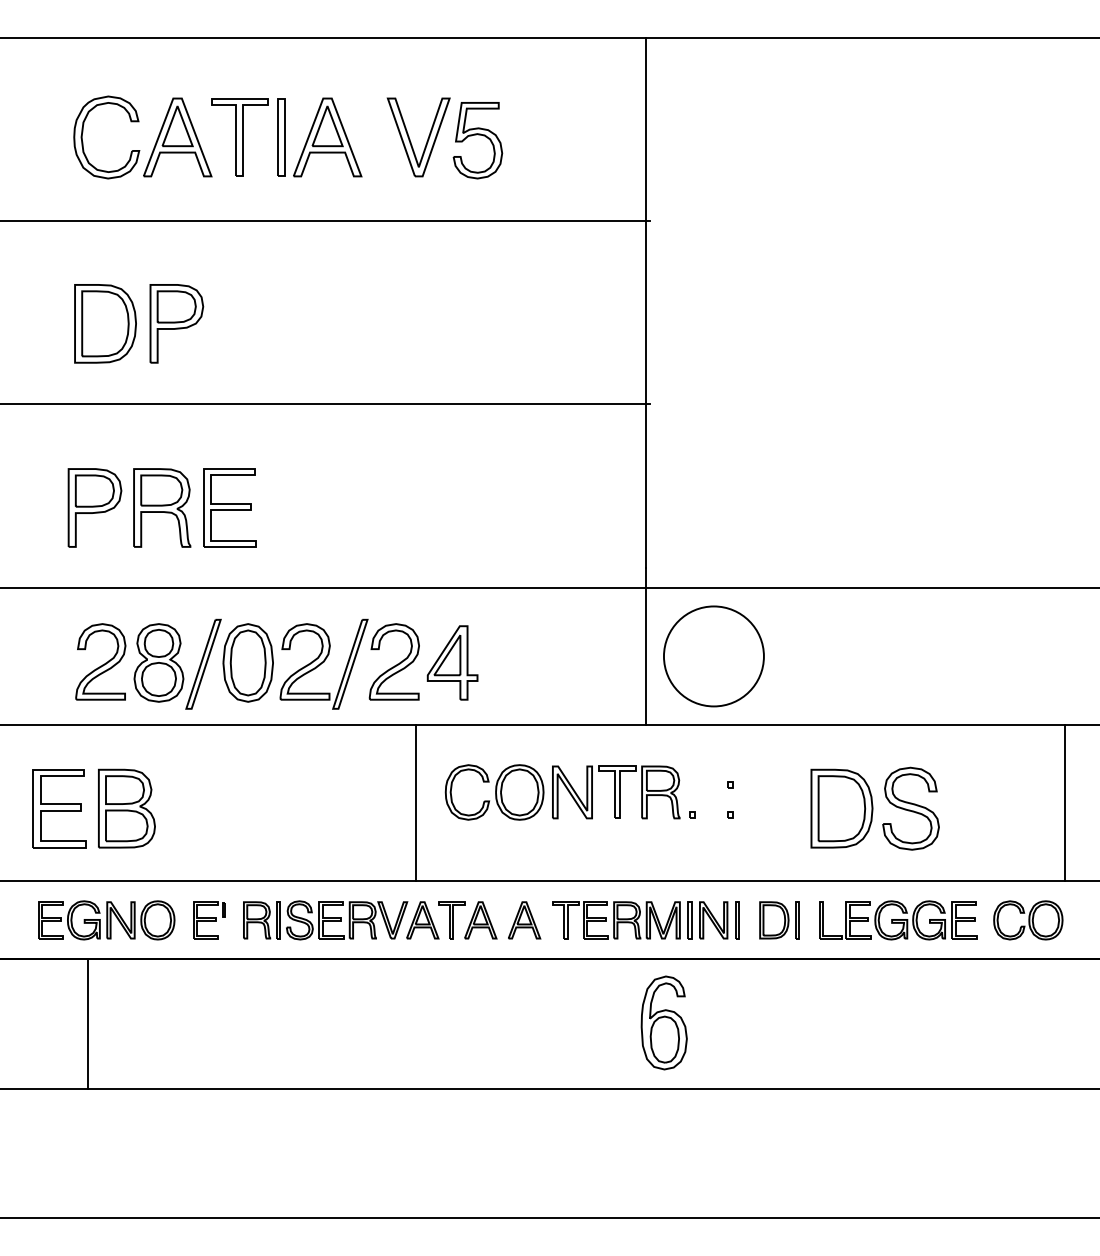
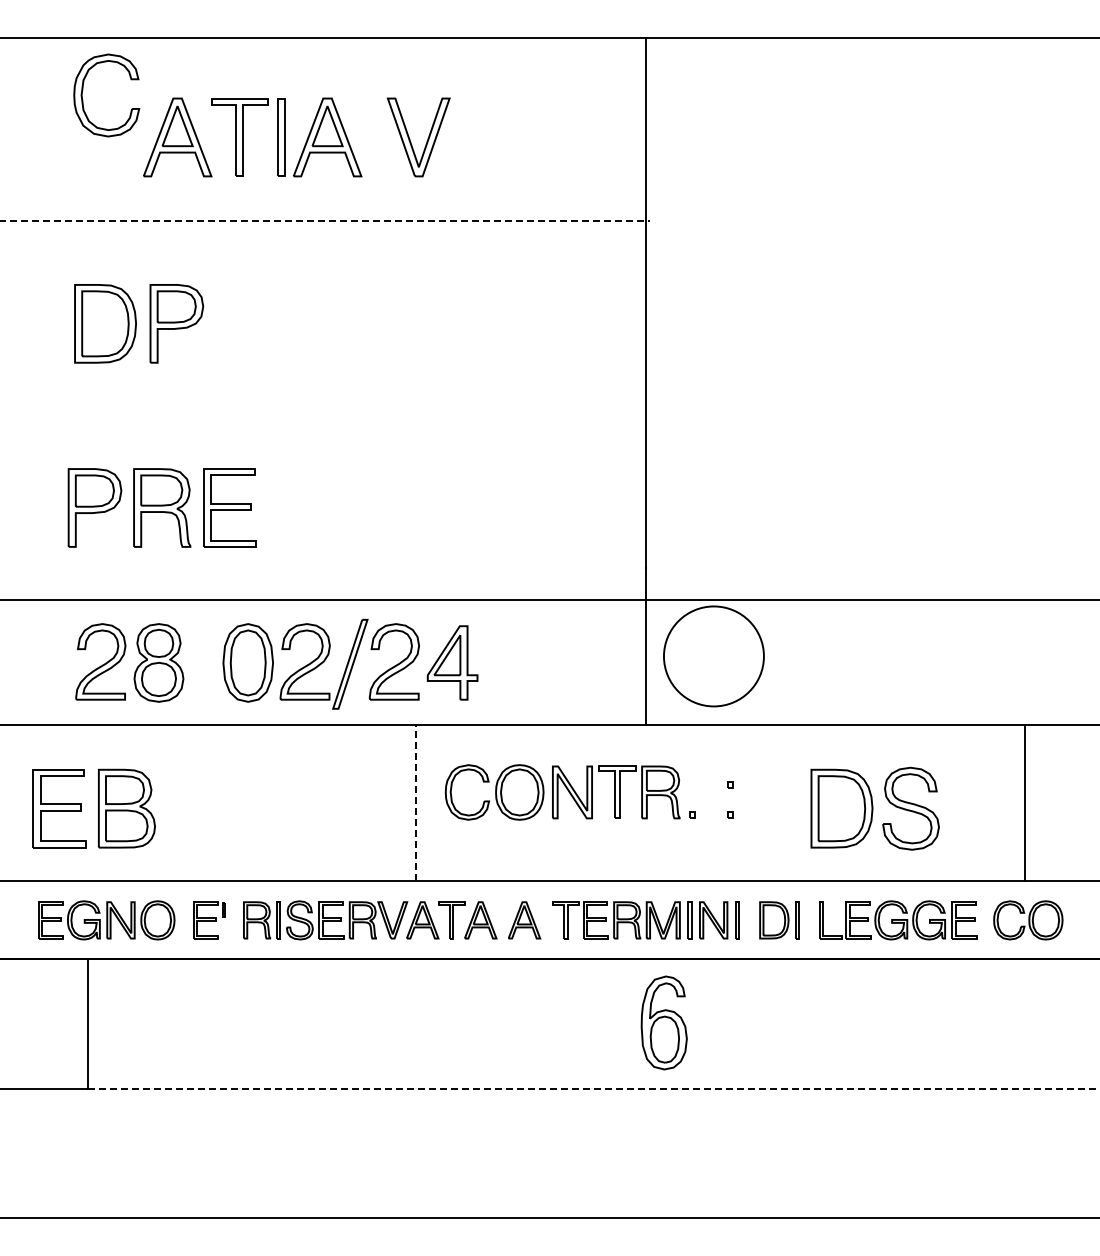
part at (83, 132) position: (83, 132) -> (83, 90)
part at (477, 140): present -> none
line at (325, 221): solid -> dashed
line at (325, 404): present -> none
line at (549, 587) position: (549, 587) -> (549, 599)
part at (203, 663): present -> none
line at (1065, 802) position: (1065, 802) -> (1025, 802)
line at (416, 803): solid -> dashed
line at (593, 1088): solid -> dashed
